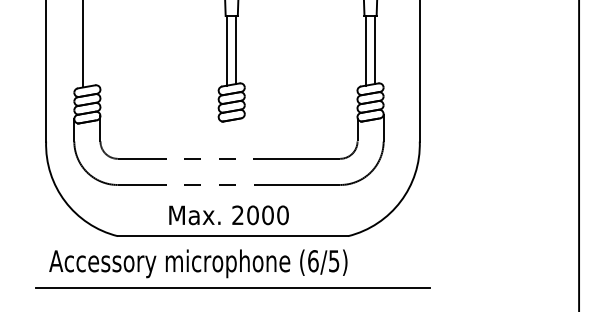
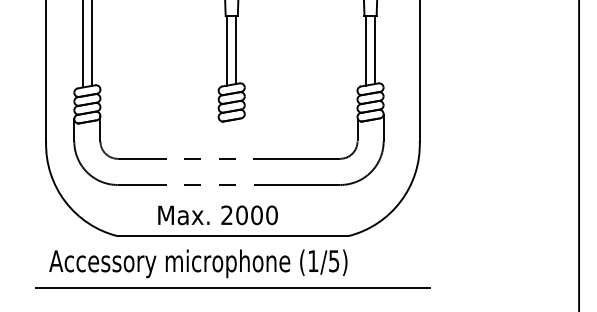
line at (91, 43): none -> present
text at (228, 215) position: (228, 215) -> (217, 215)
text at (313, 261): (6/5) -> (1/5)
